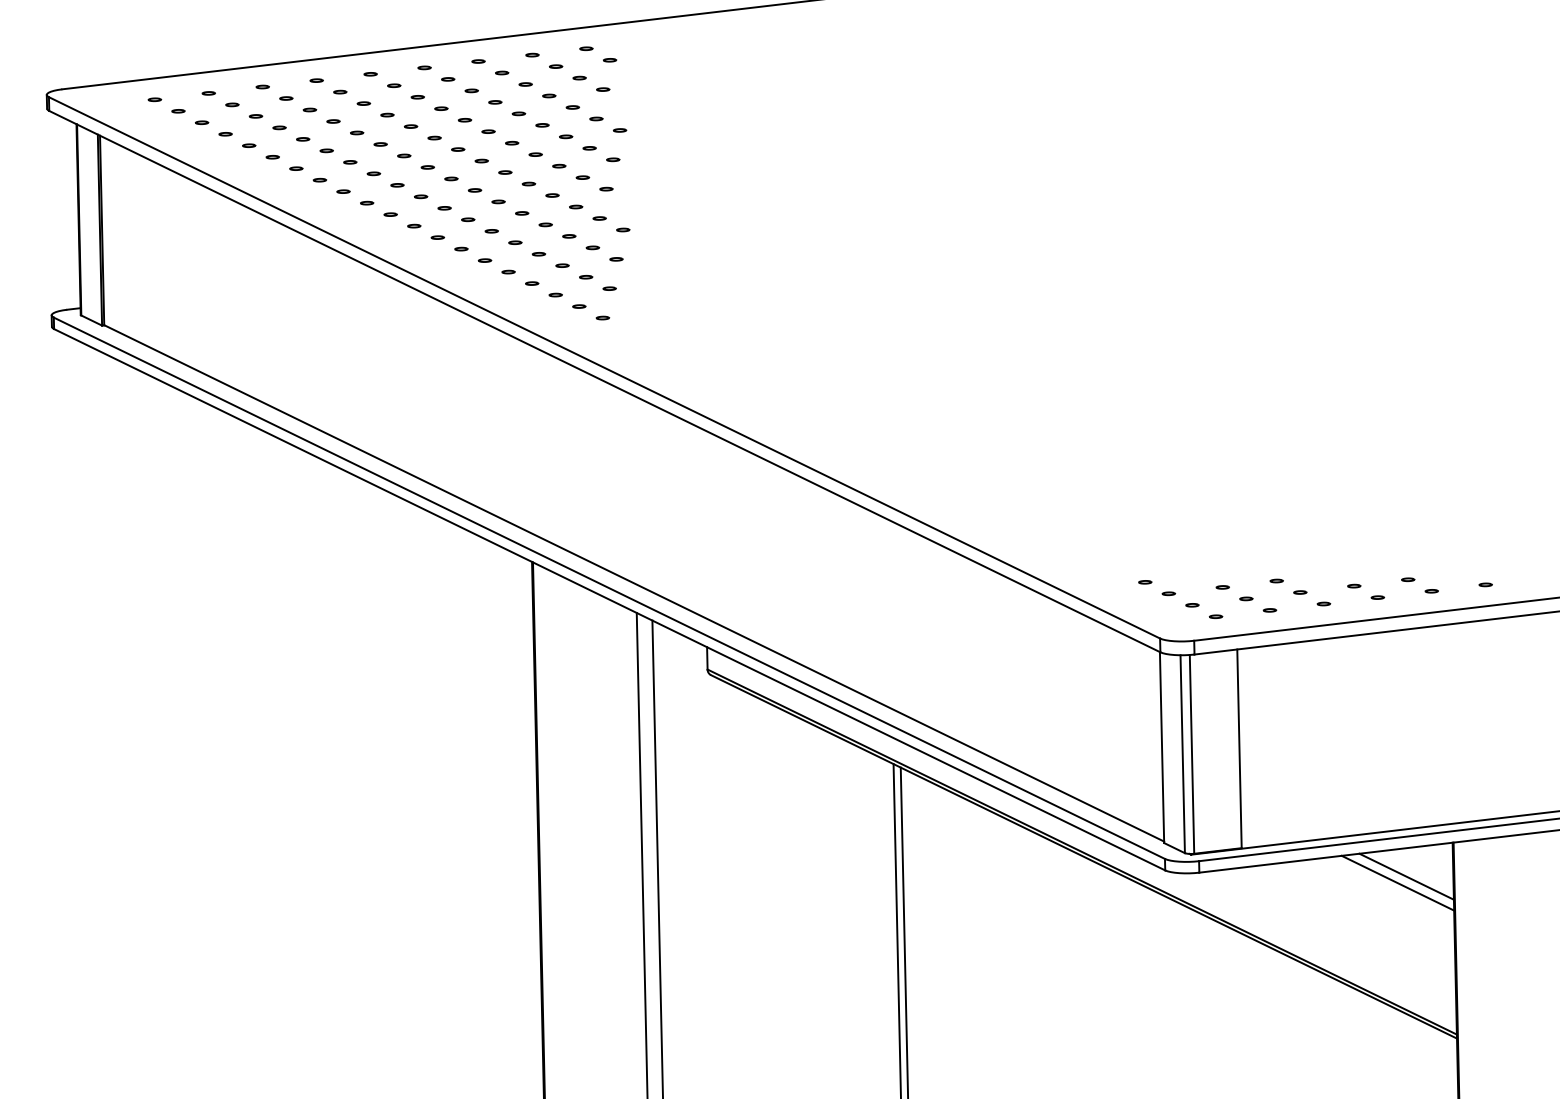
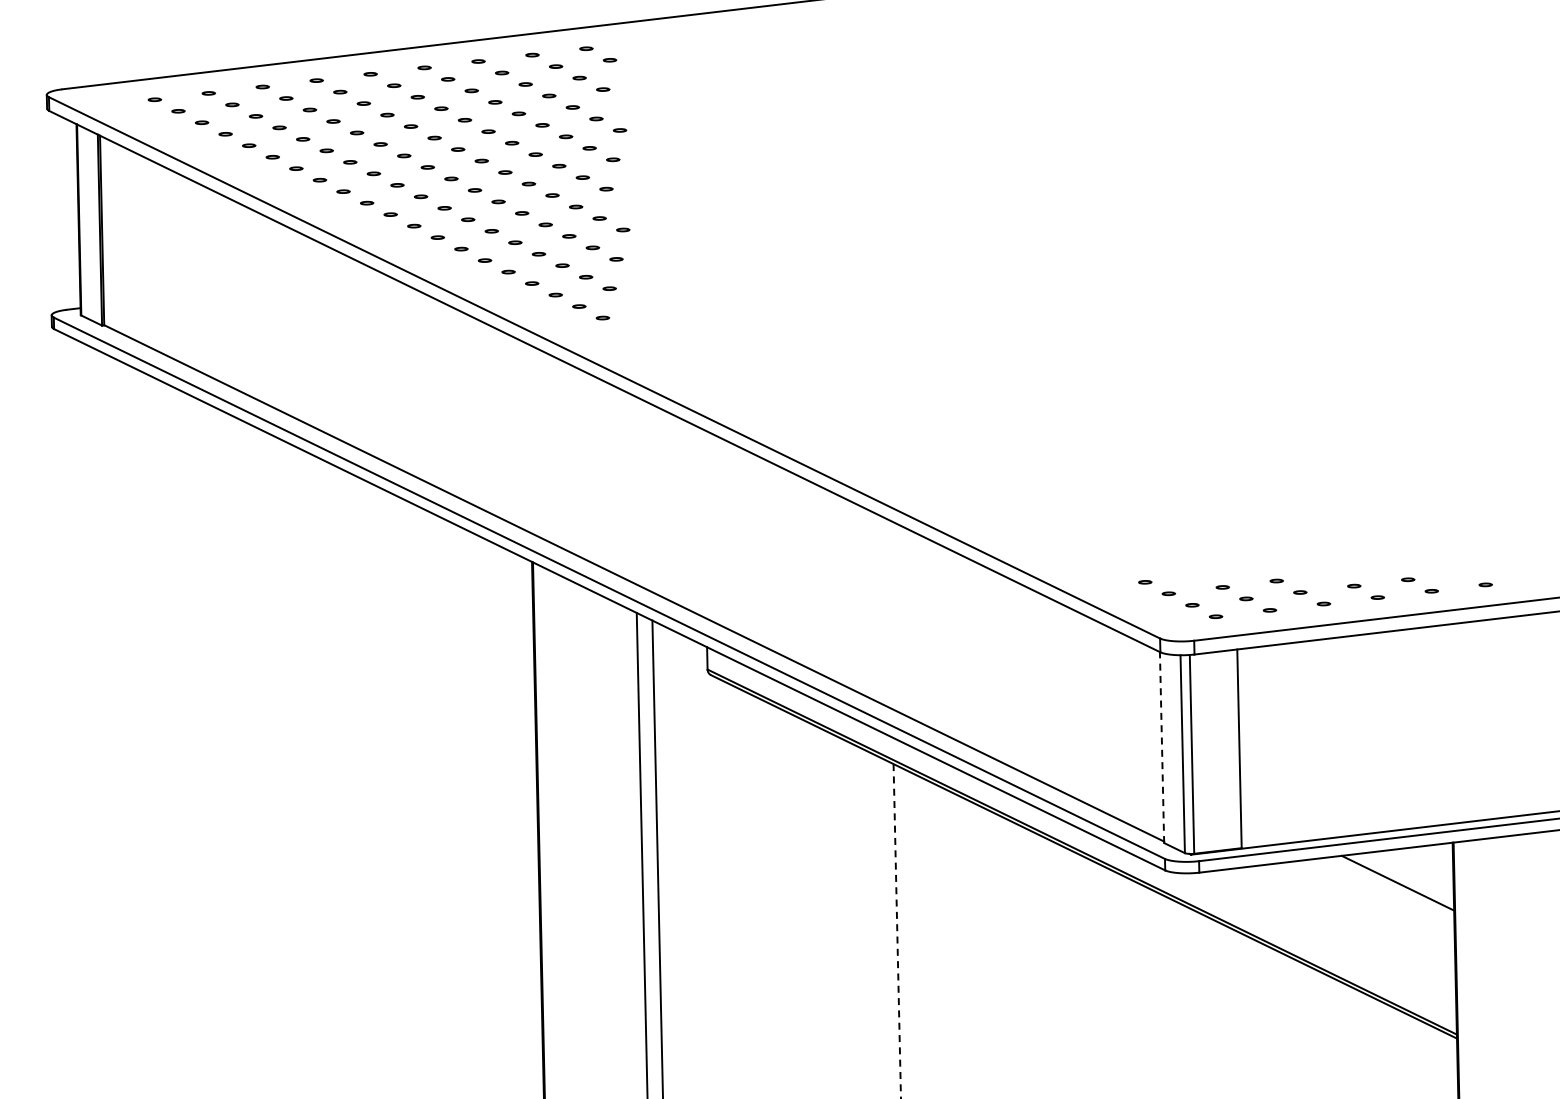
line at (1162, 747): solid -> dashed
line at (1406, 876): present -> none
line at (897, 931): solid -> dashed
line at (904, 931): present -> none
